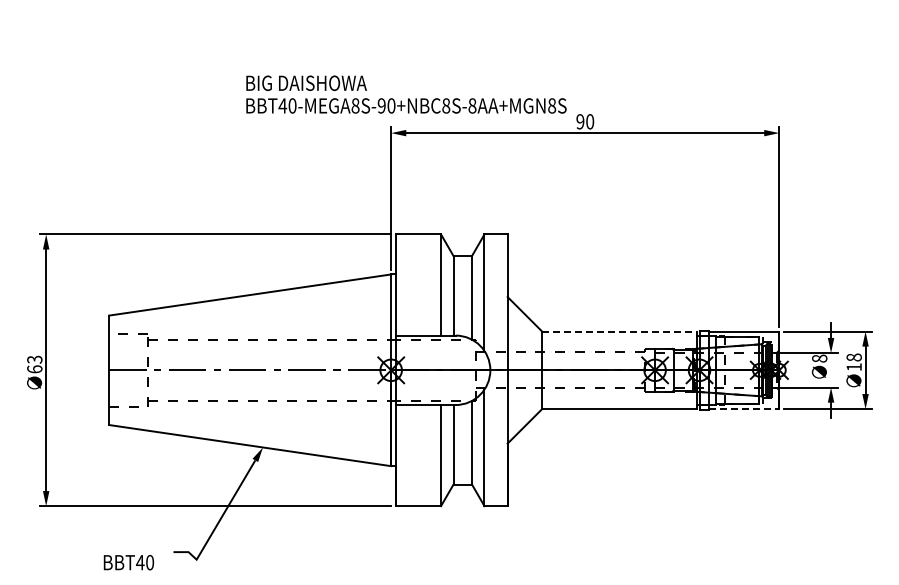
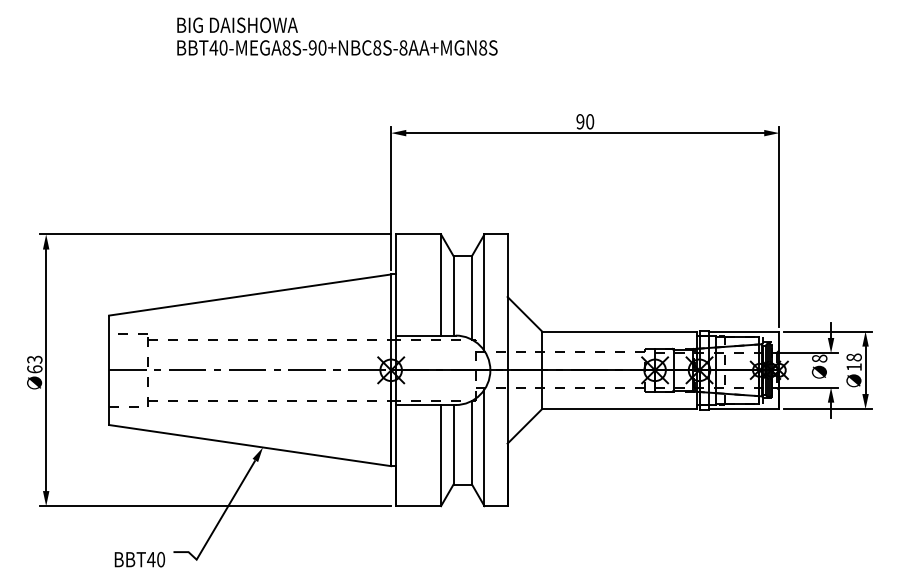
text at (406, 94) position: (406, 94) -> (337, 36)
line at (620, 331): dashed -> solid
line at (744, 409): dashed -> solid
text at (128, 562) position: (128, 562) -> (139, 559)
